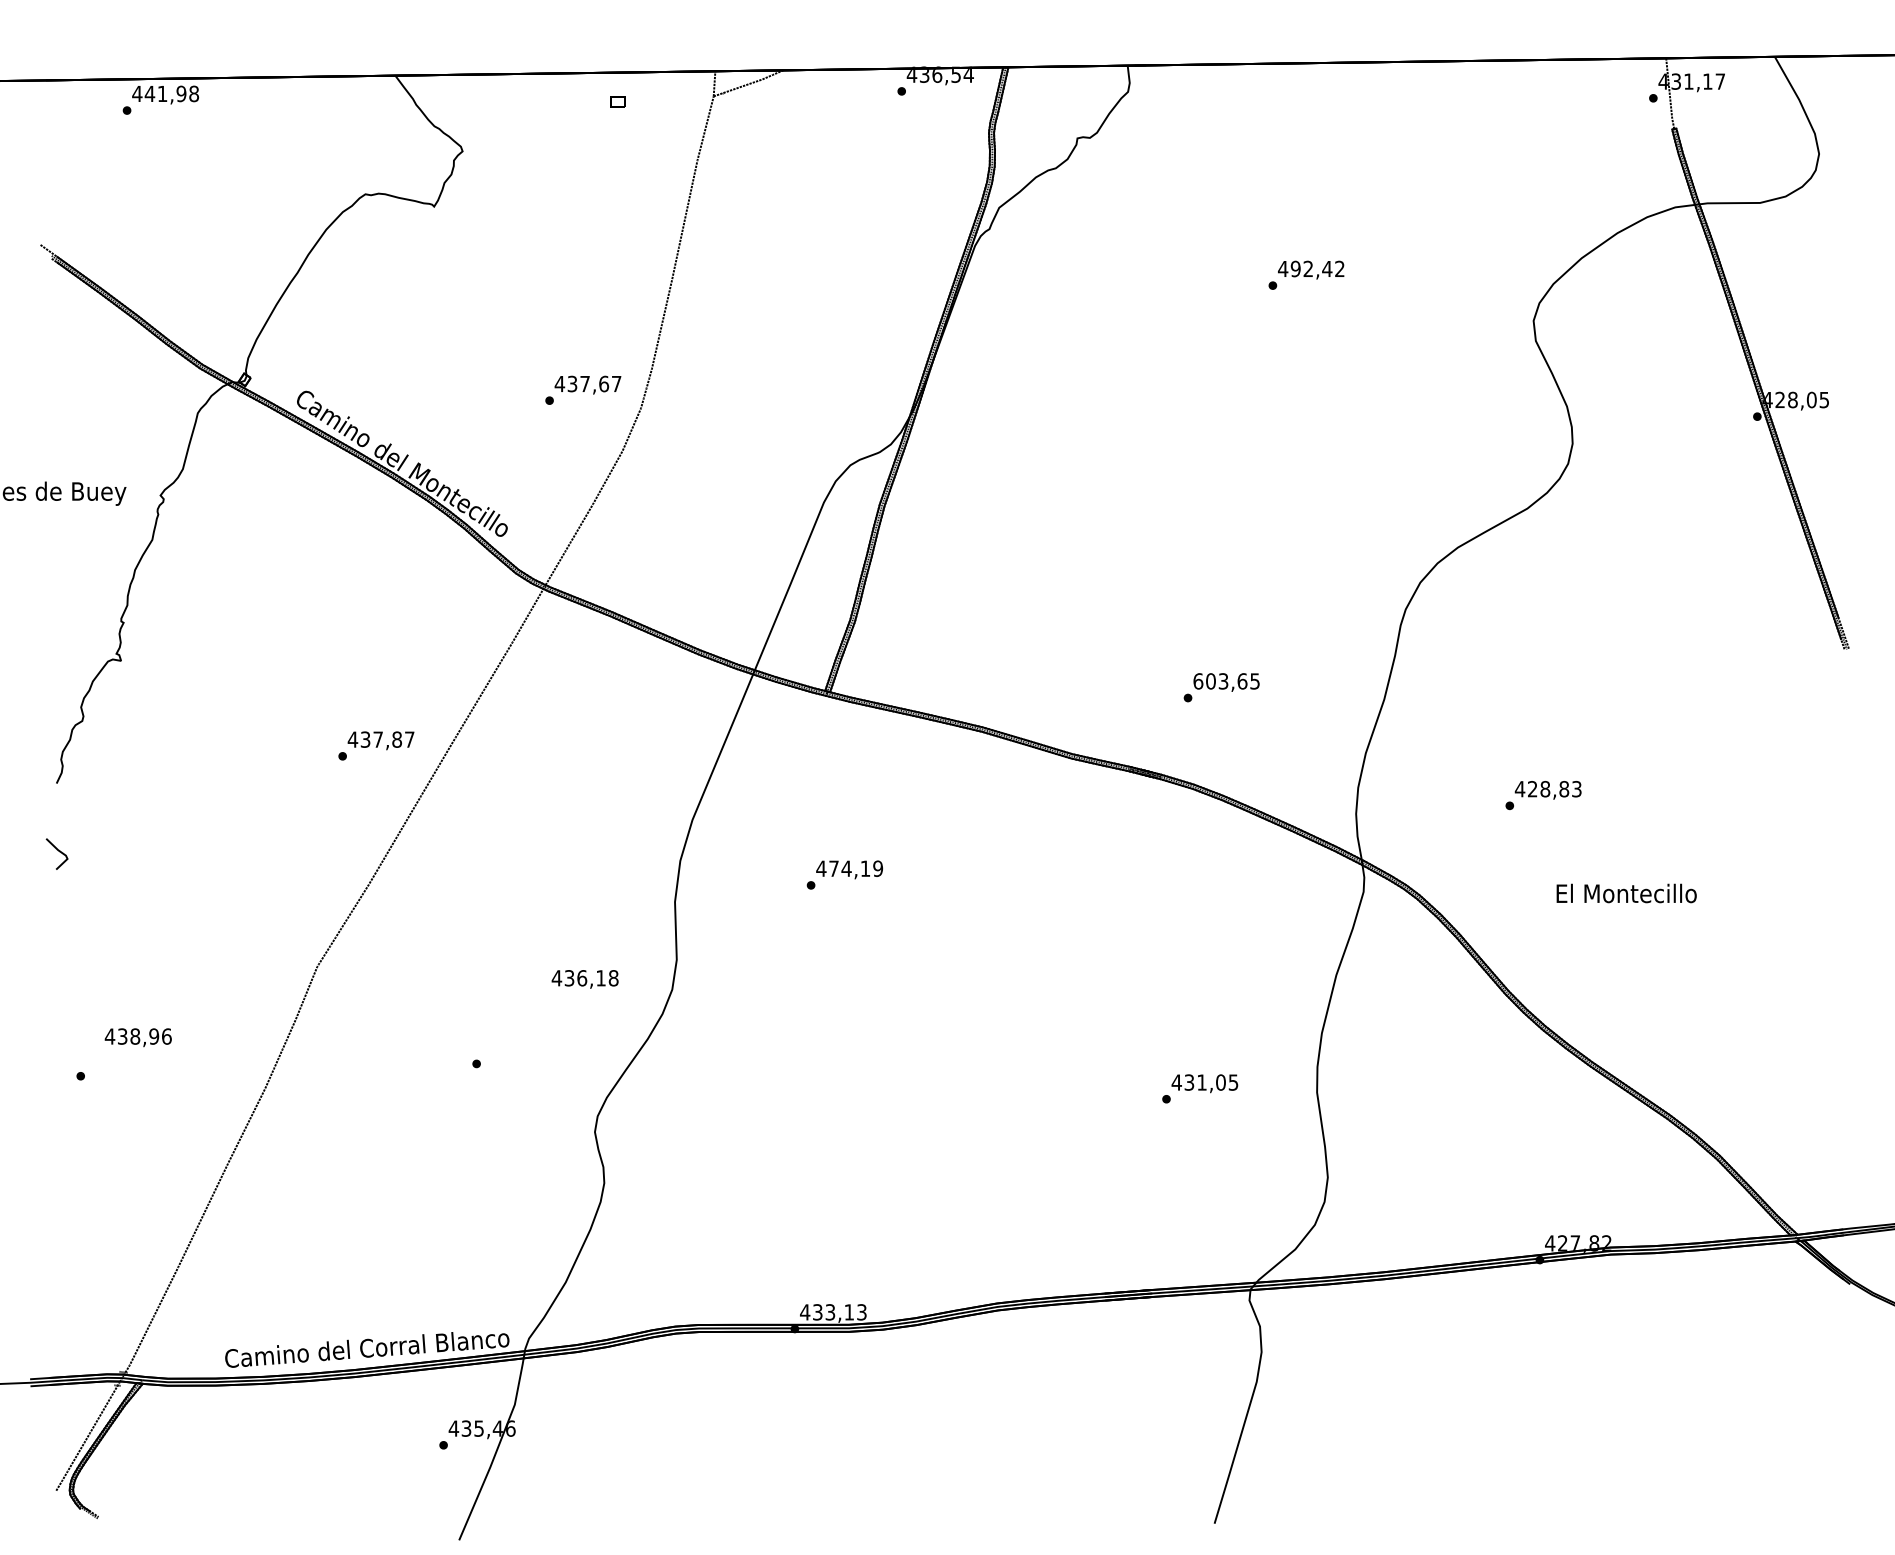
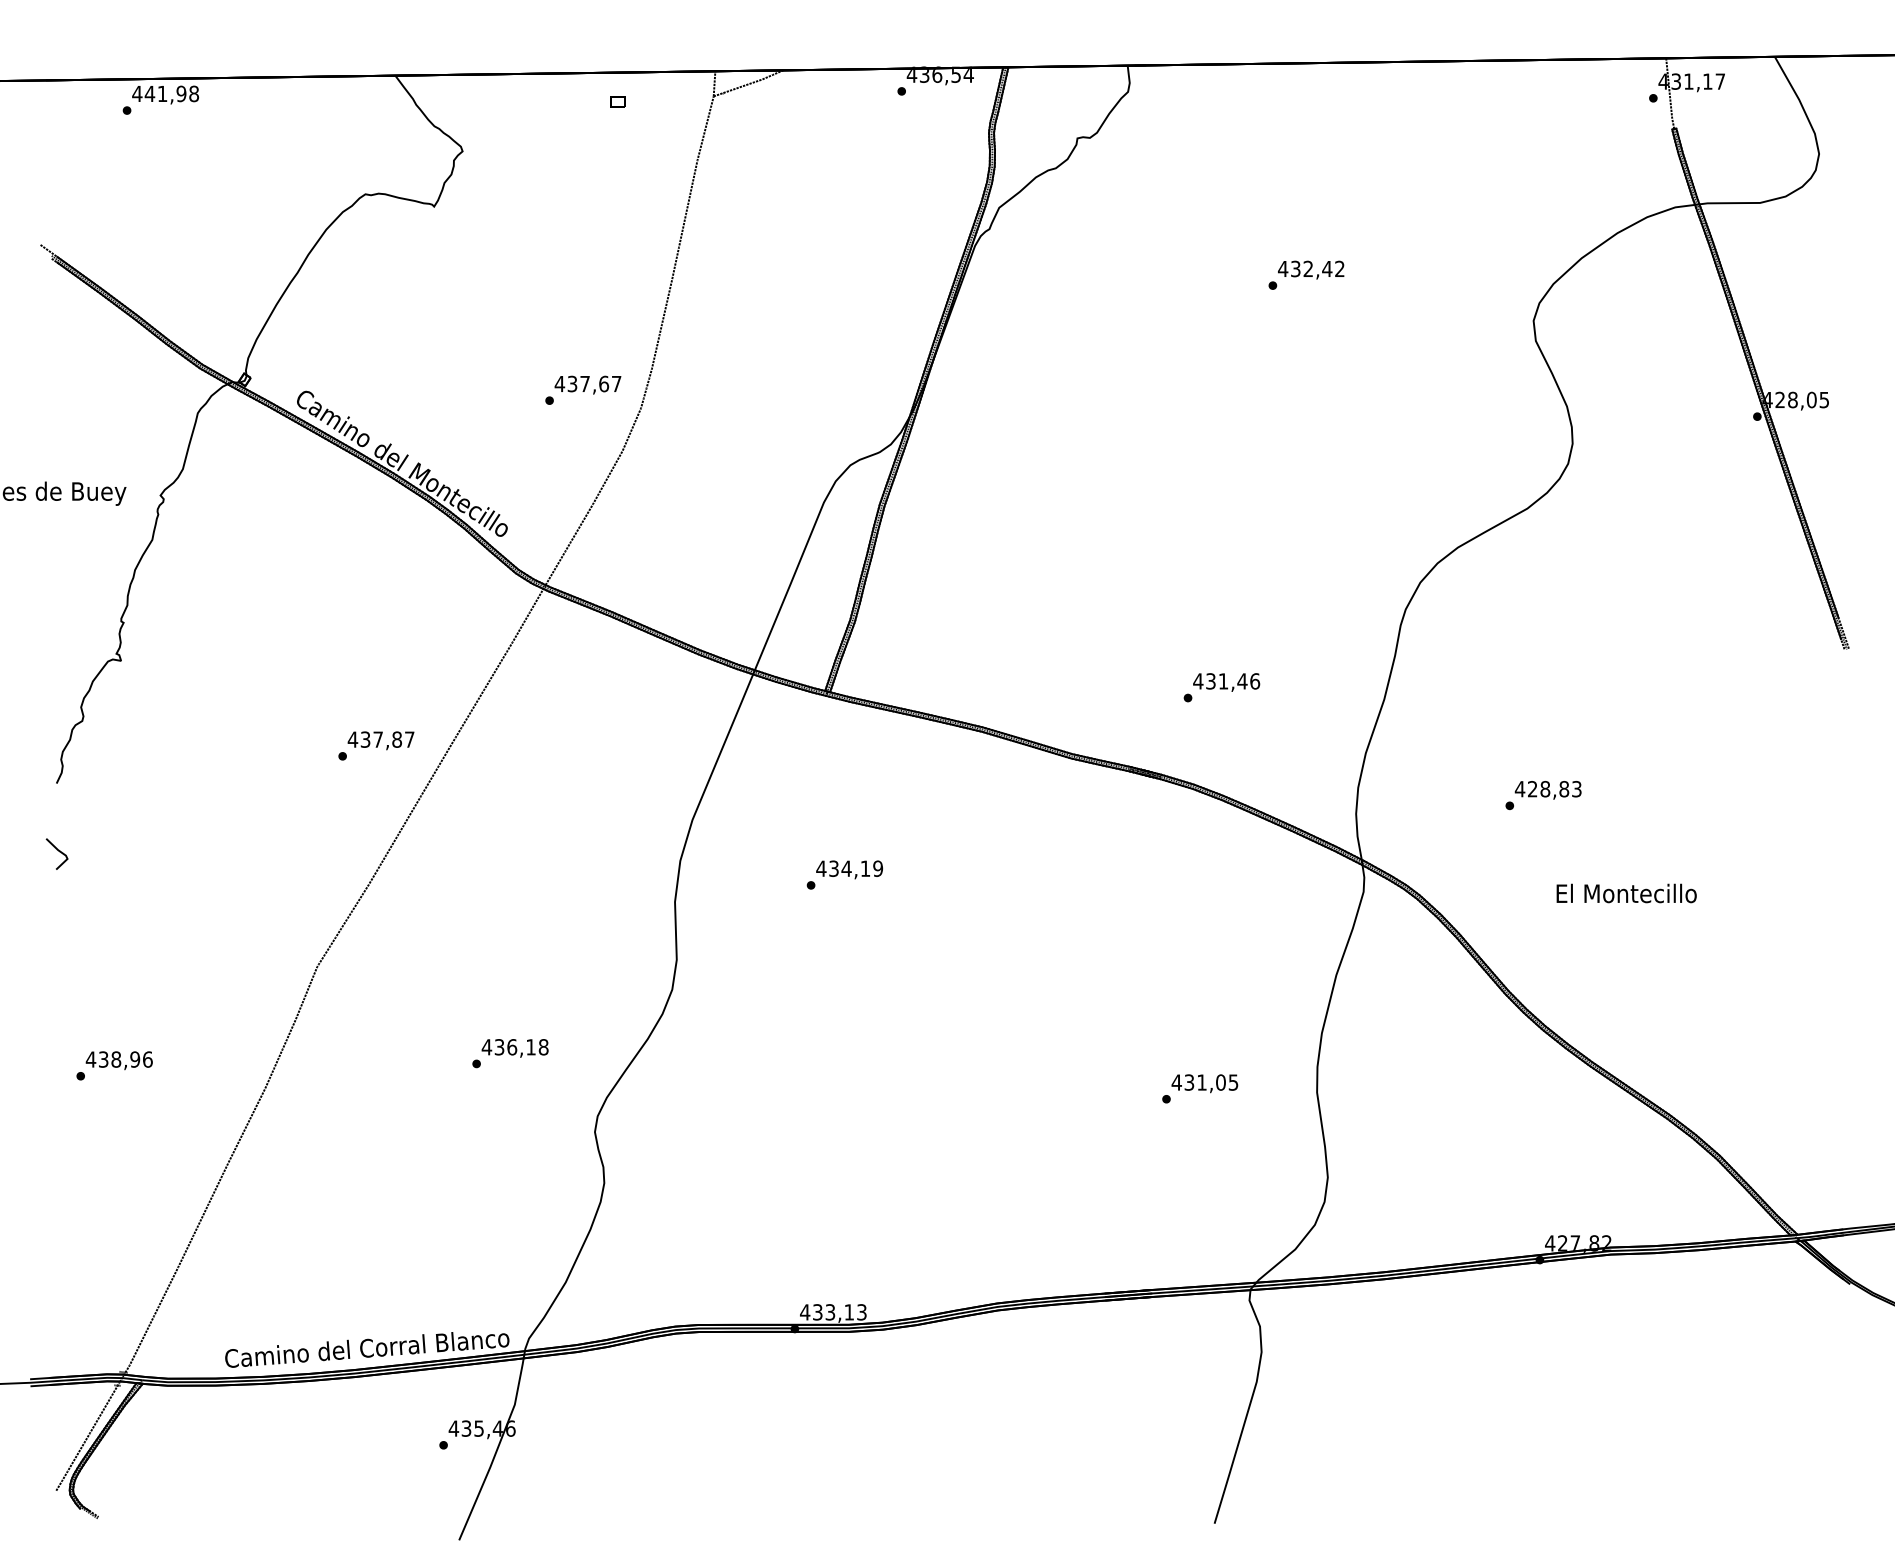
text at (1295, 268): 492,42 -> 432,42
text at (1226, 681): 603,65 -> 431,46
text at (833, 868): 474,19 -> 434,19
text at (584, 979) position: (584, 979) -> (514, 1048)
text at (137, 1037) position: (137, 1037) -> (118, 1060)
